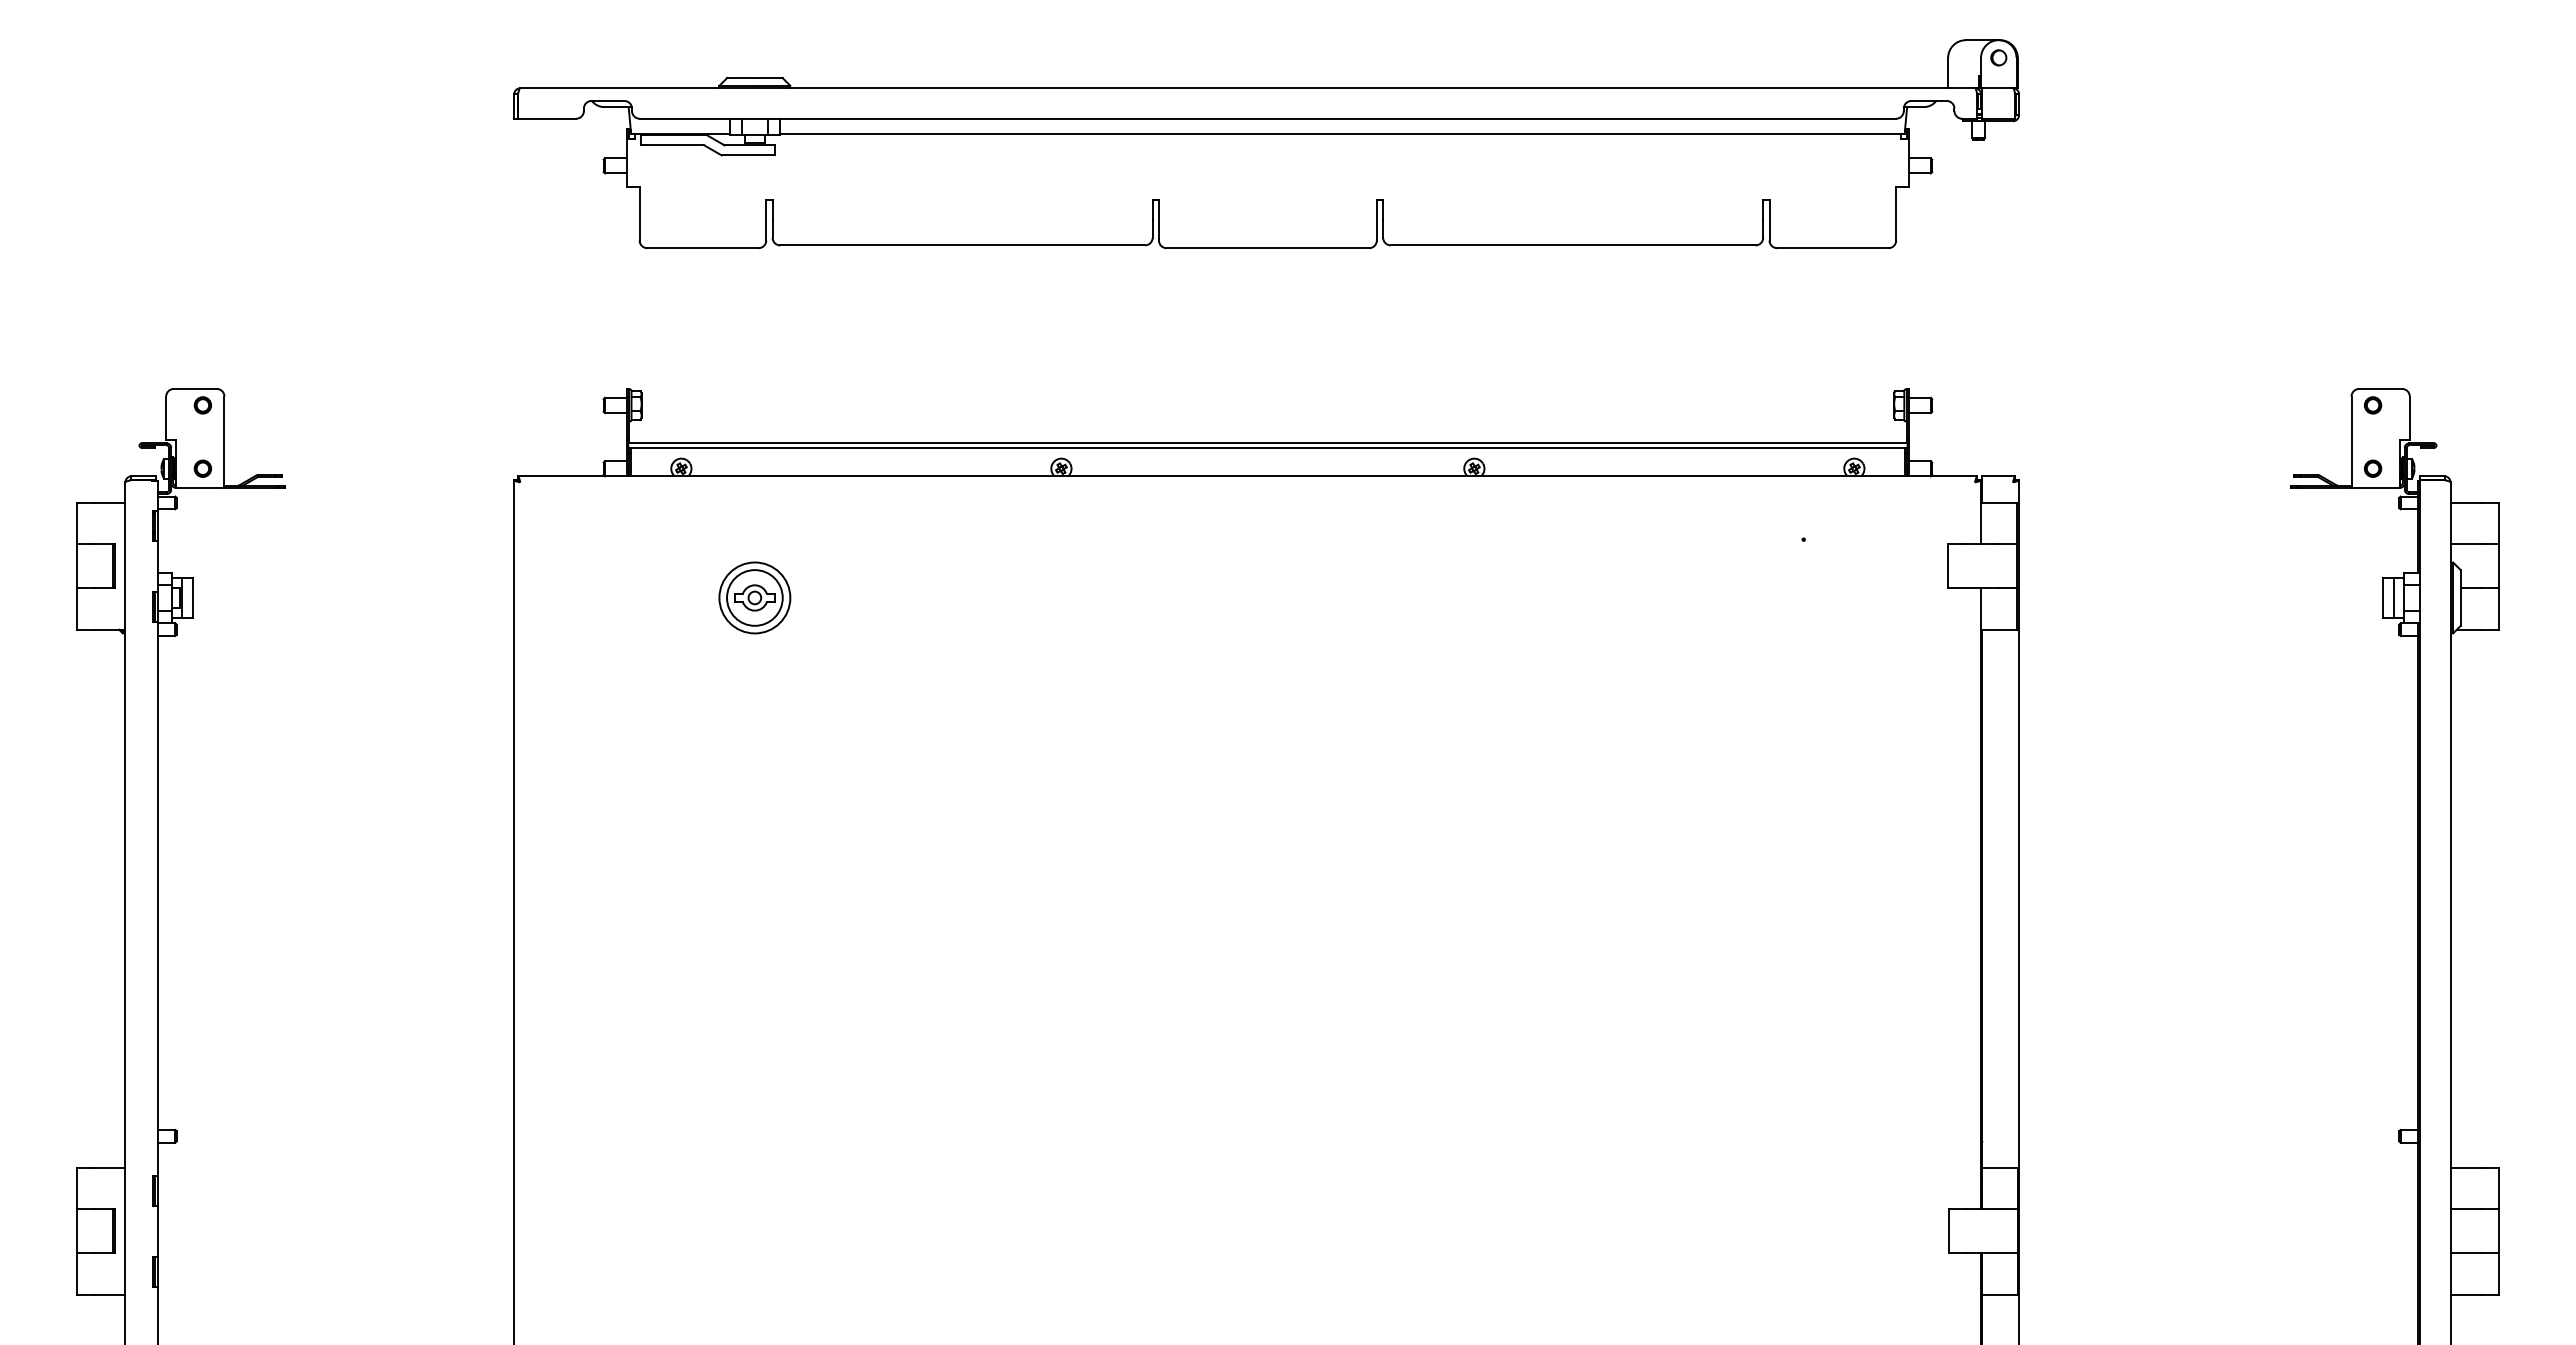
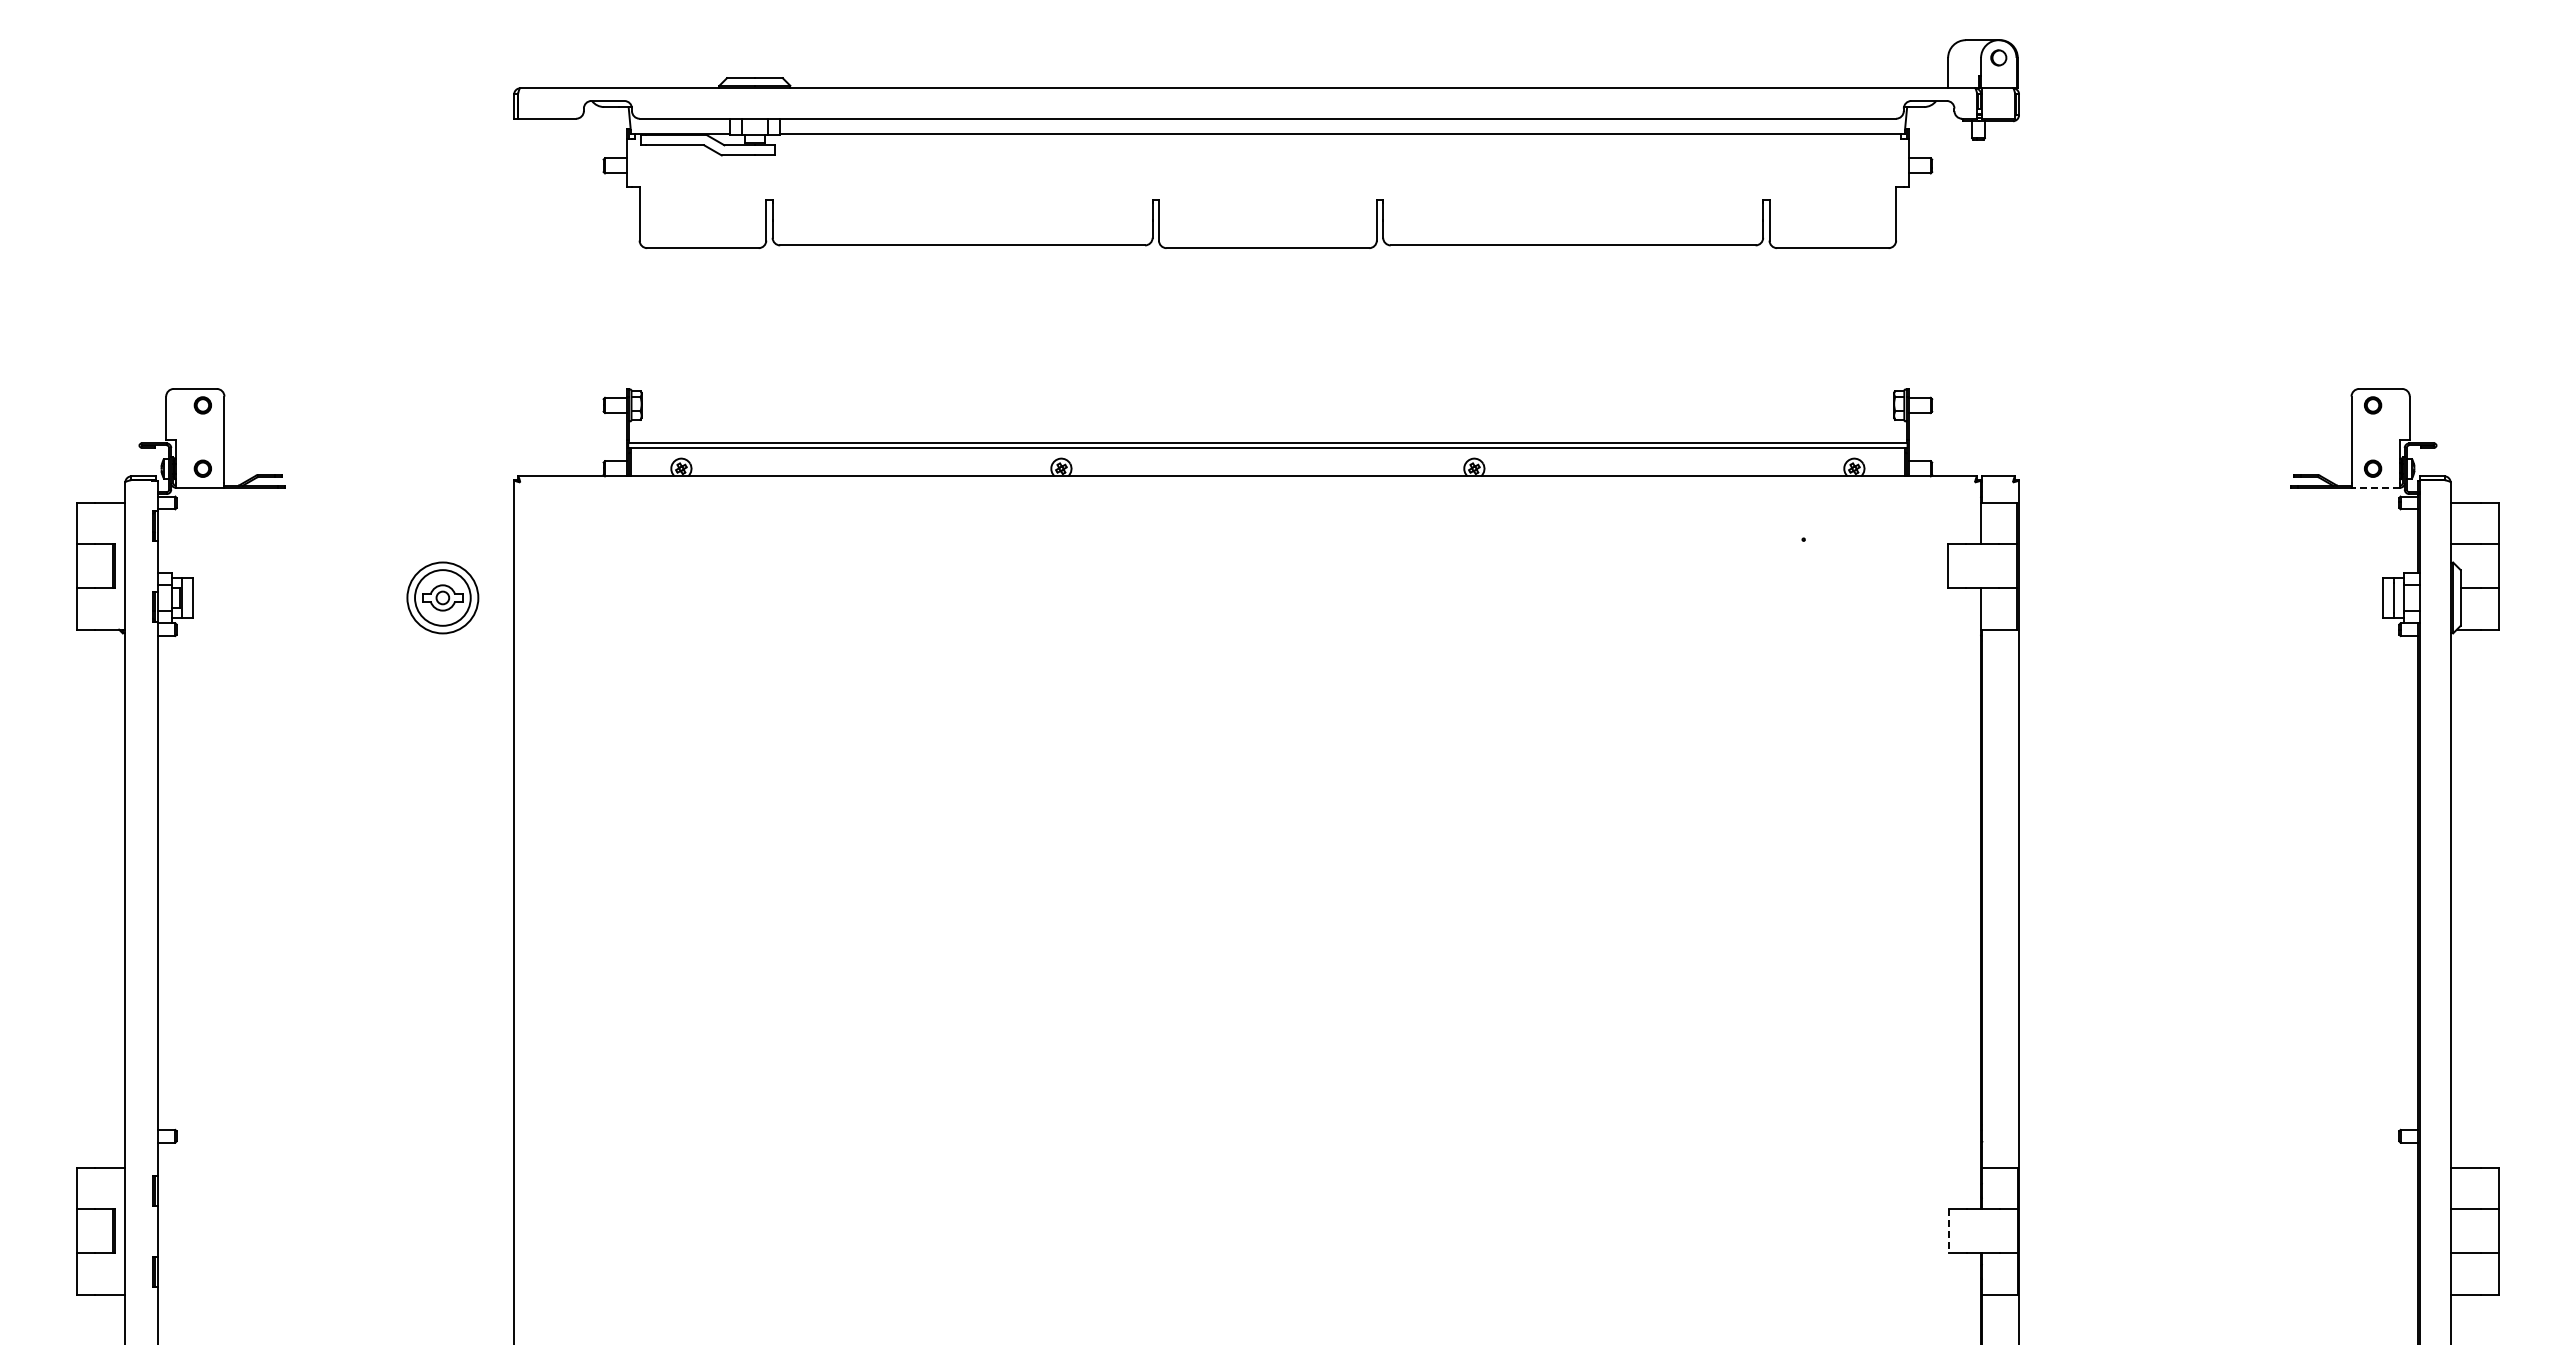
line at (2375, 487): solid -> dashed
part at (754, 597) position: (754, 597) -> (442, 597)
line at (1949, 1231): solid -> dashed
